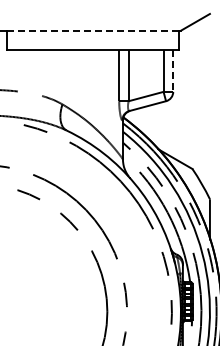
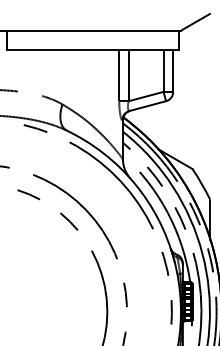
line at (92, 30): dashed -> solid
line at (173, 70): dashed -> solid
